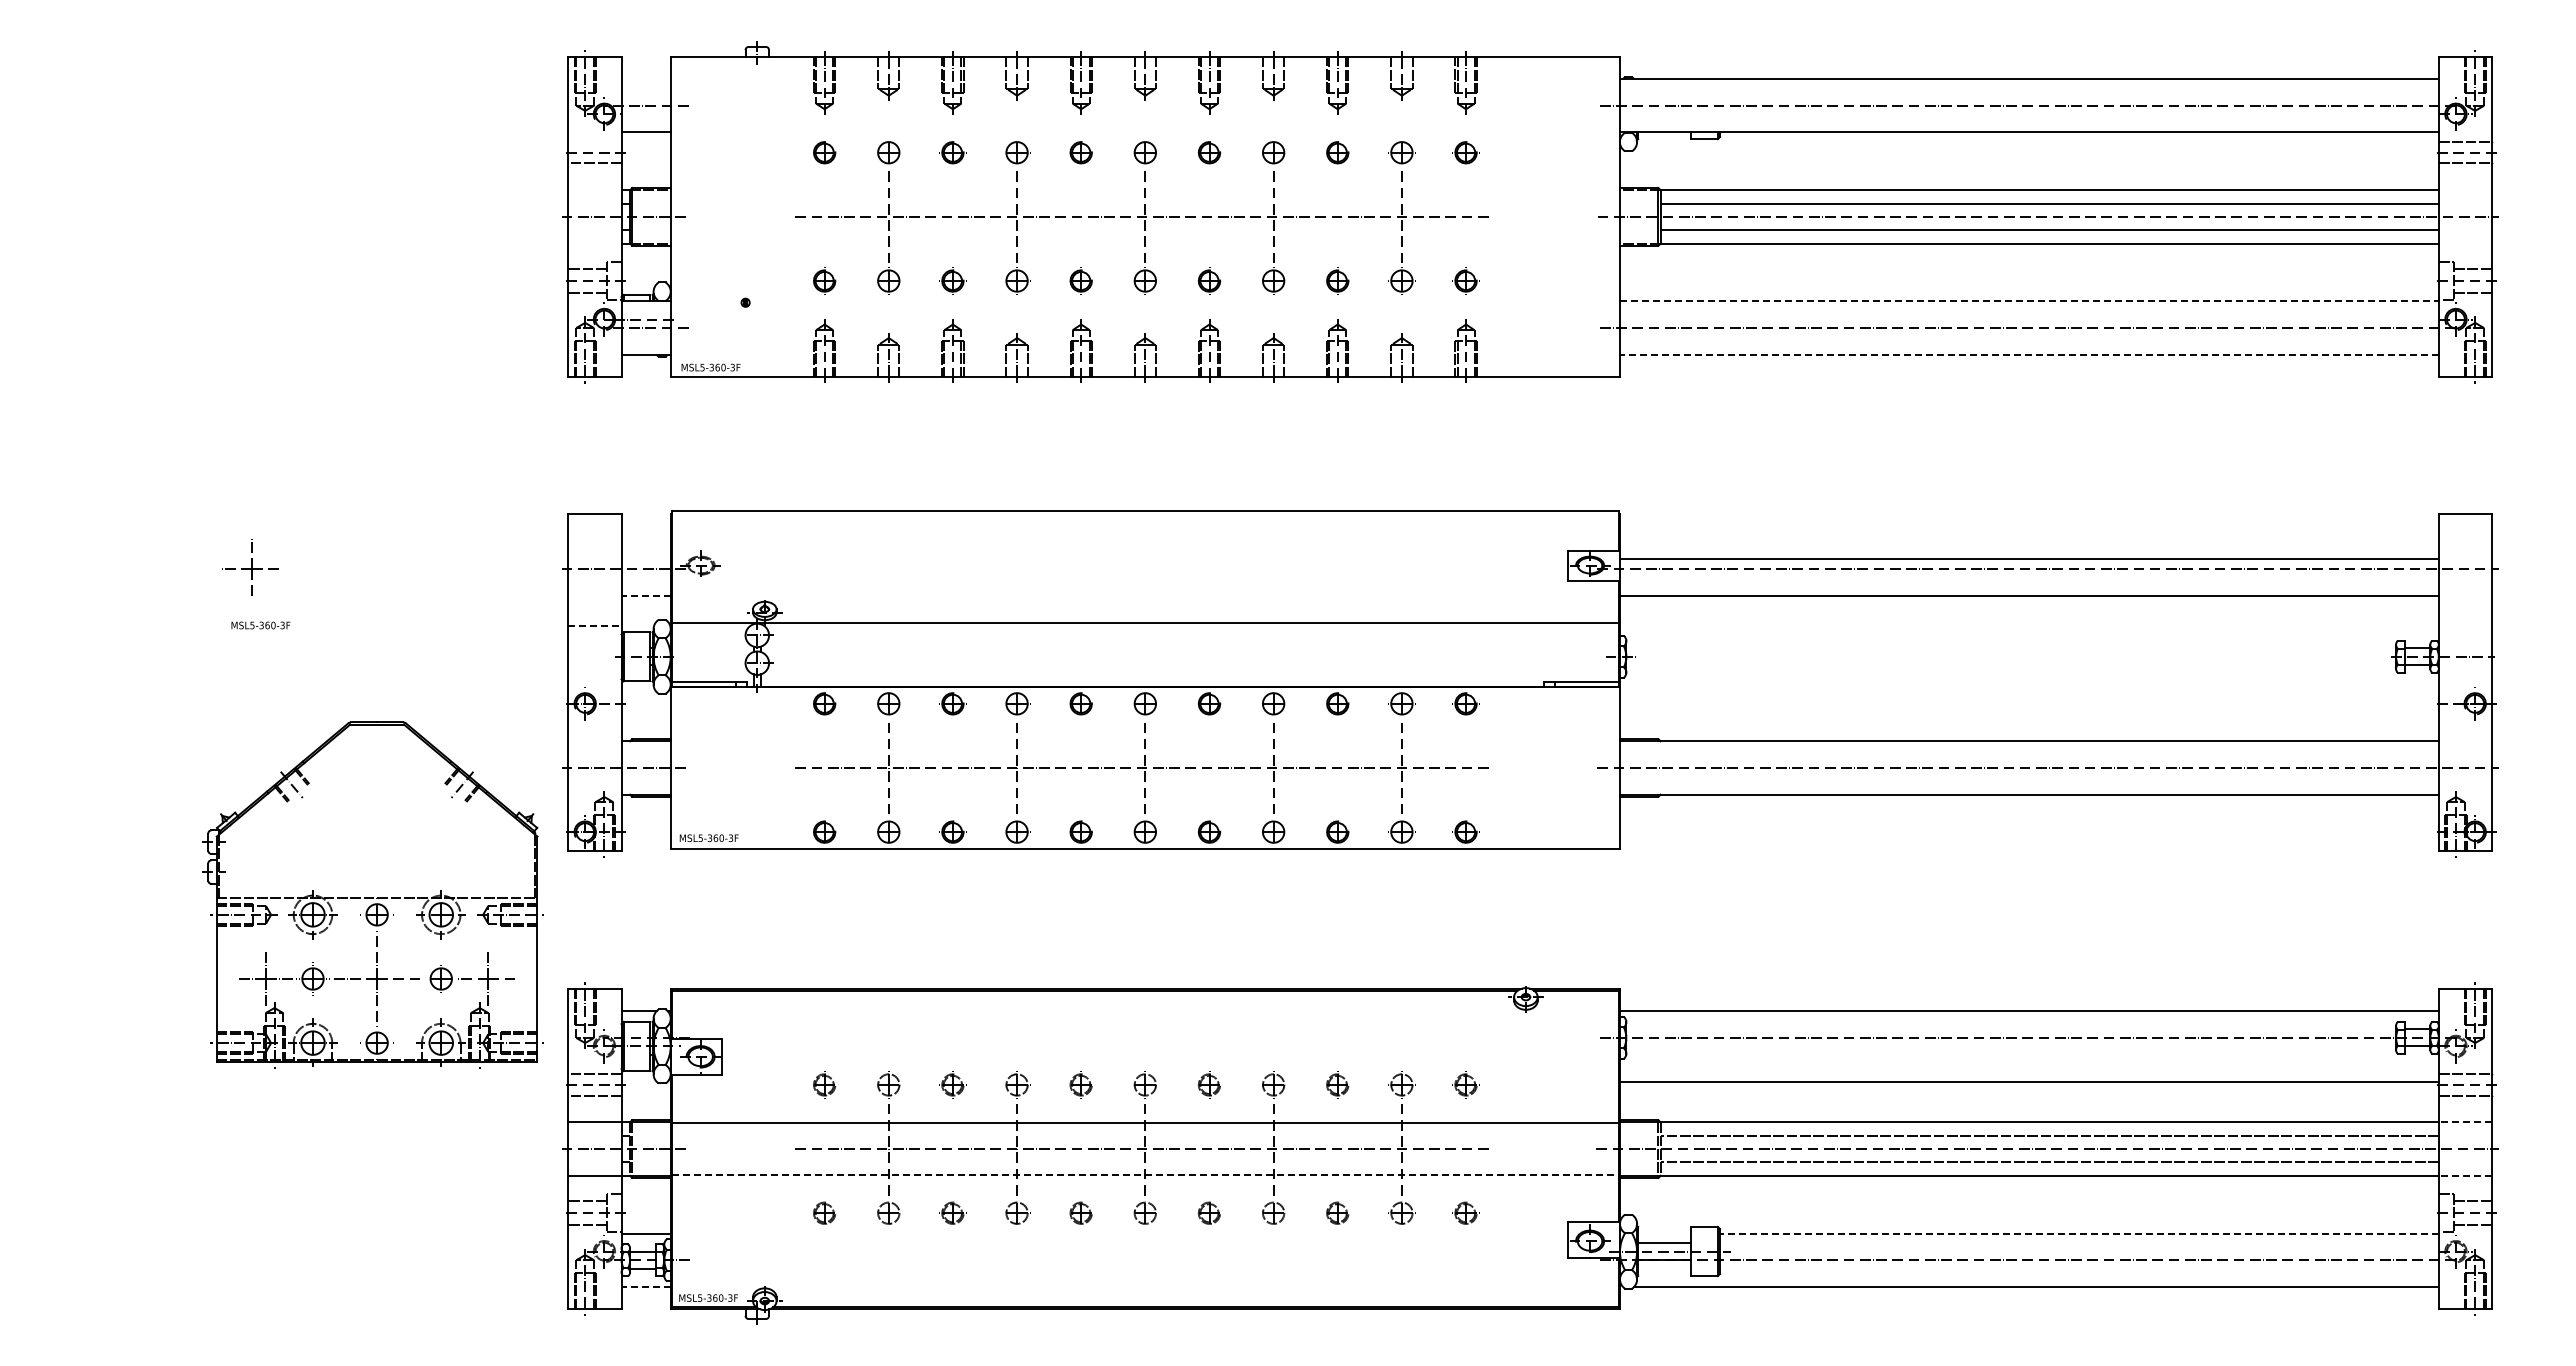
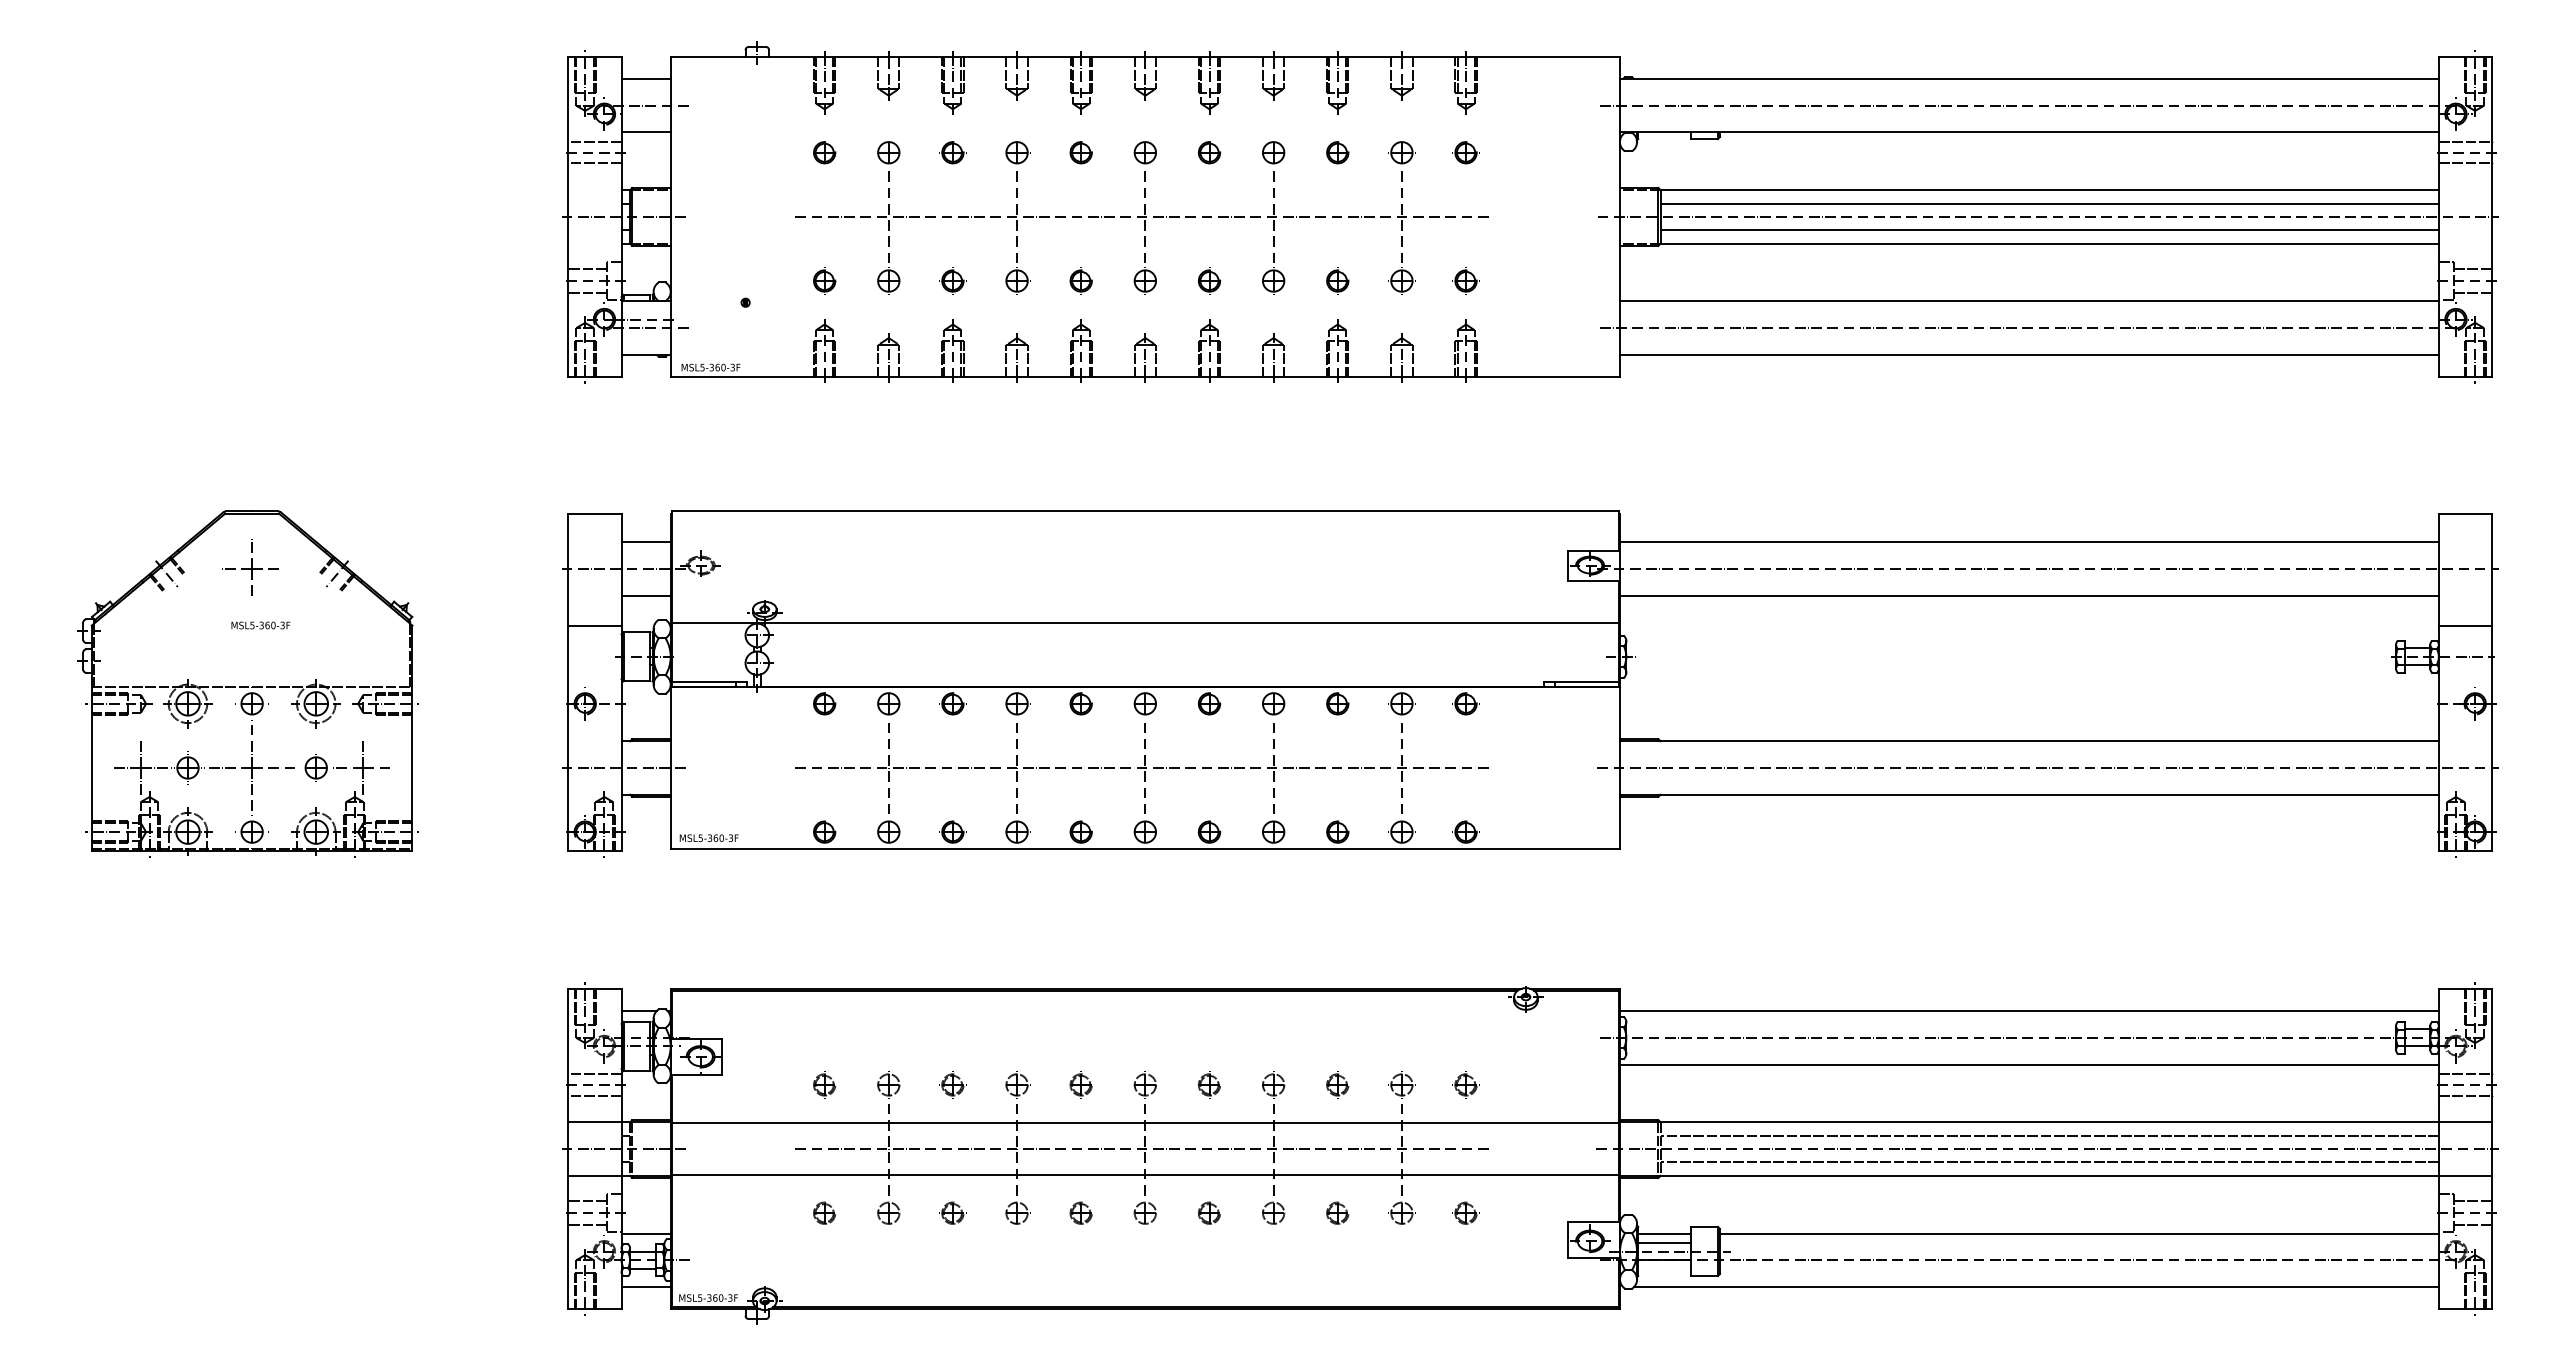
line at (645, 79): none -> present
line at (594, 142): none -> present
line at (2029, 301): dashed -> solid
line at (2028, 354): dashed -> solid
line at (645, 542): none -> present
line at (2029, 559) position: (2029, 559) -> (2029, 542)
line at (646, 595): dashed -> solid
line at (594, 625): dashed -> solid
line at (2465, 625): none -> present
part at (372, 894) position: (372, 894) -> (247, 683)
line at (2029, 1081) position: (2029, 1081) -> (2029, 1064)
line at (2465, 1122): dashed -> solid
line at (1145, 1175): dashed -> solid
line at (2465, 1175): dashed -> solid
line at (1664, 1233): none -> present
line at (2078, 1233): dashed -> solid
line at (646, 1286): dashed -> solid
